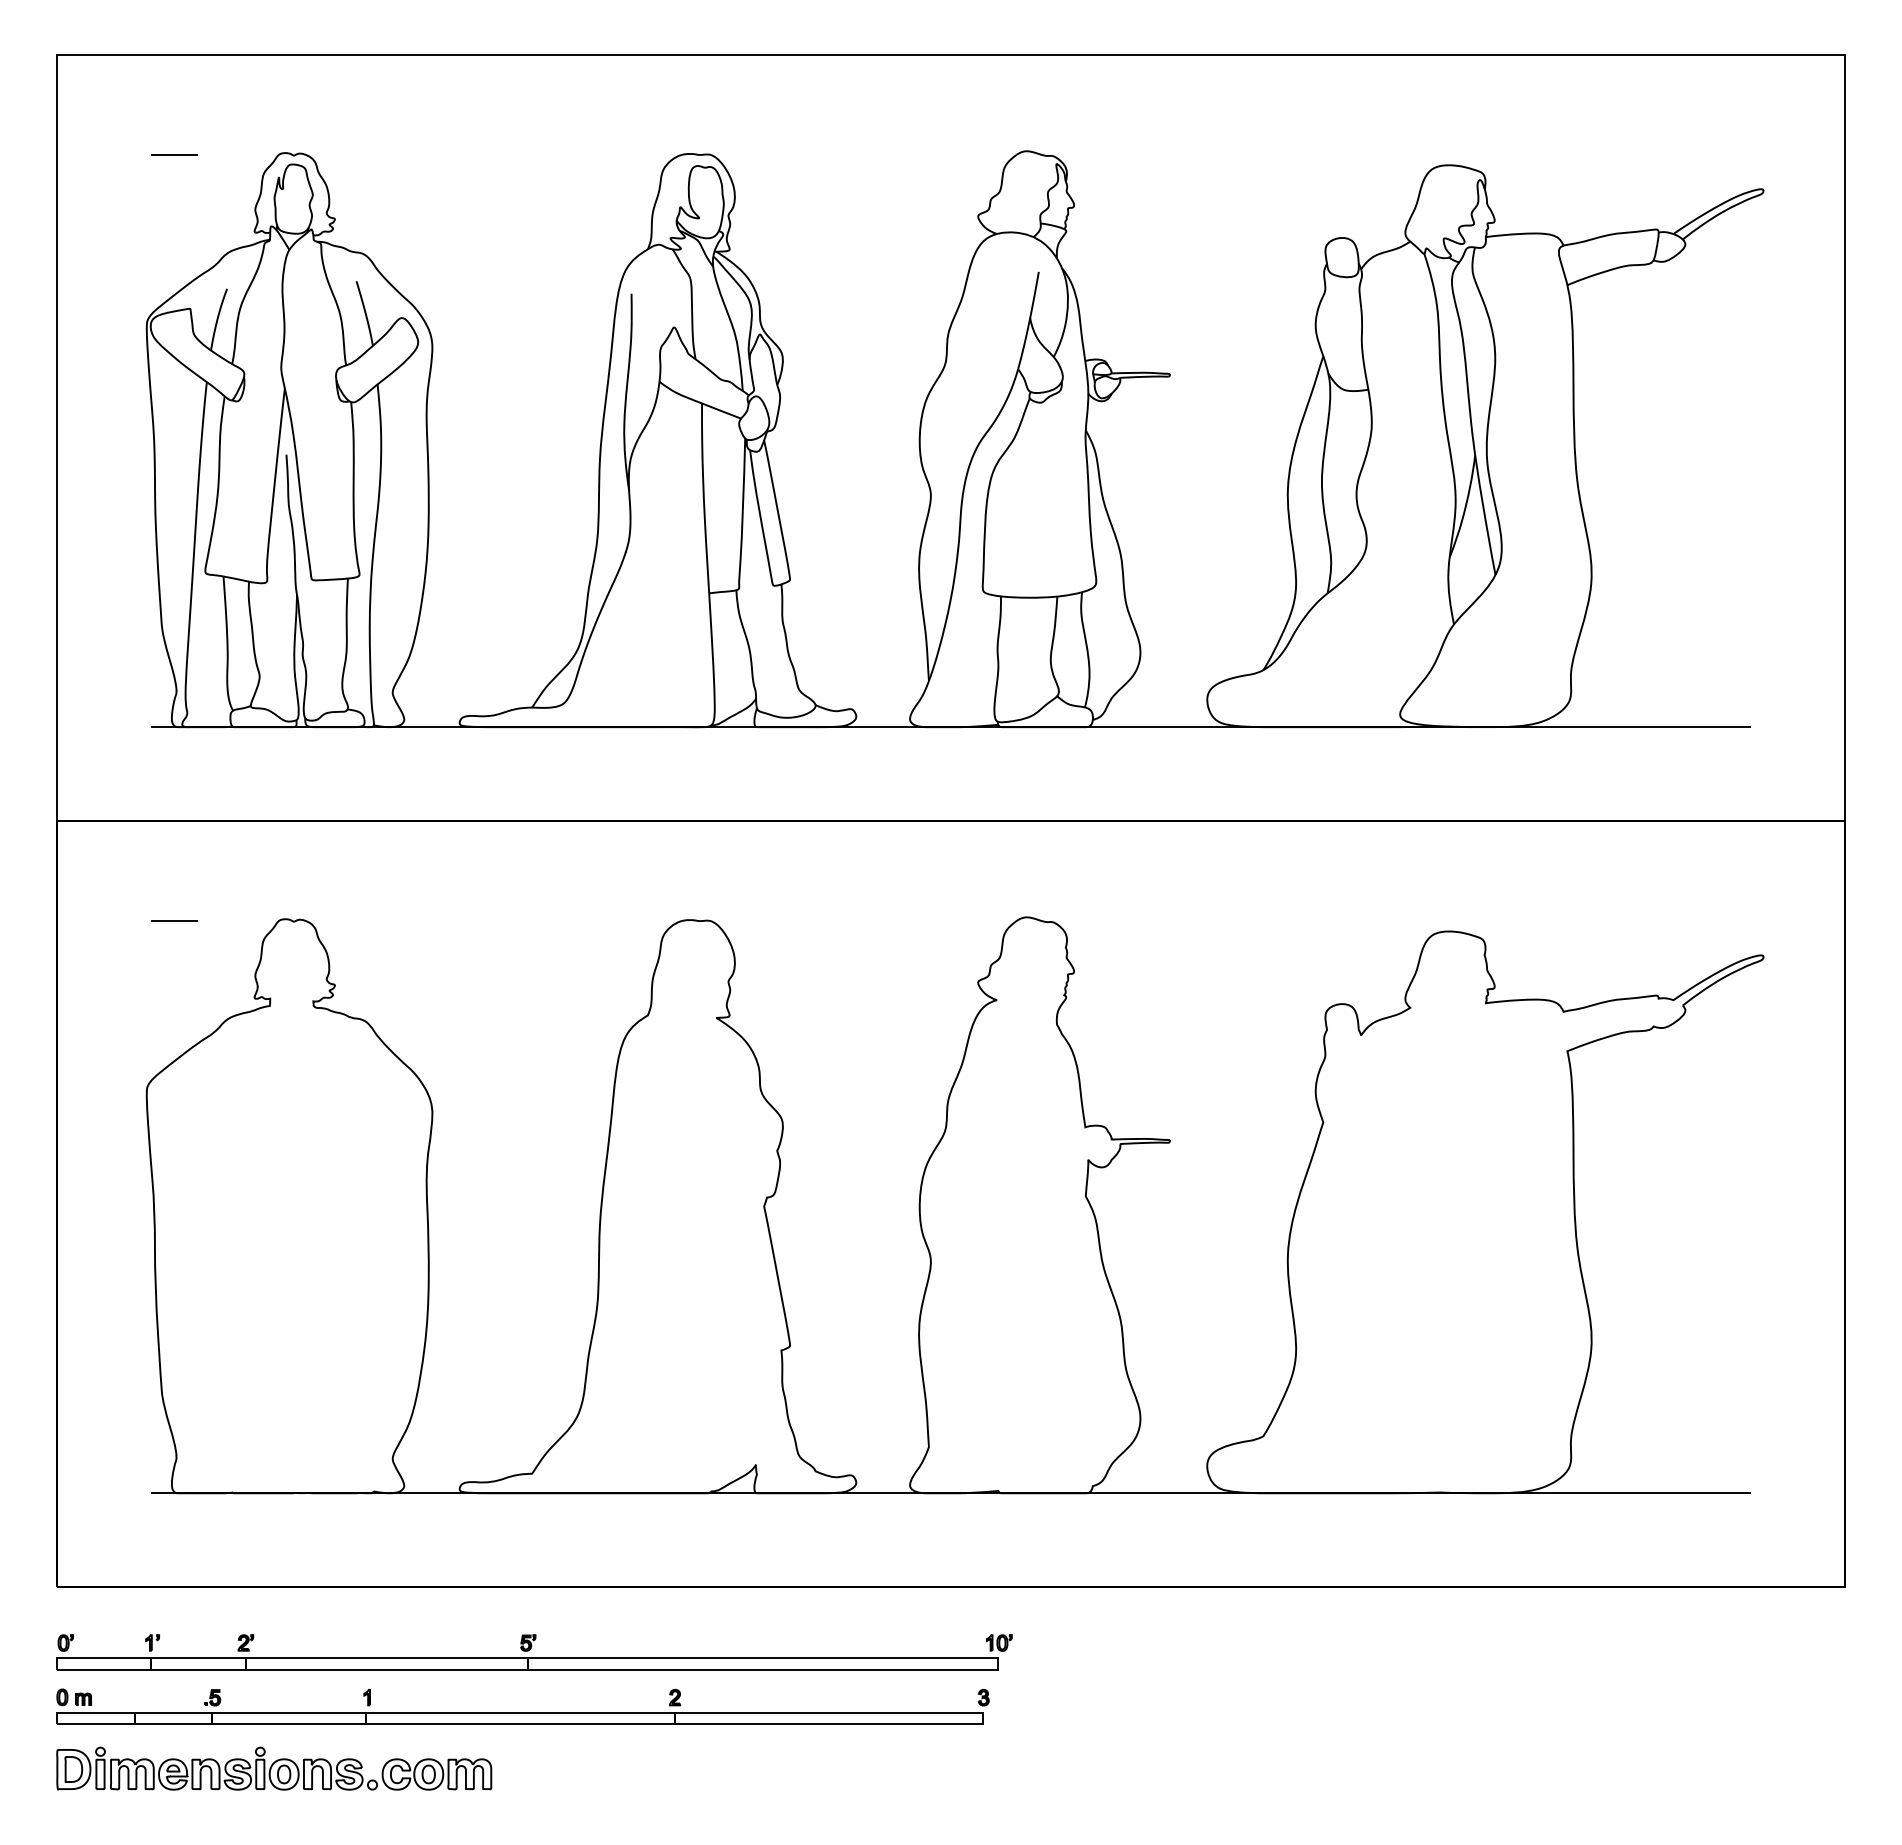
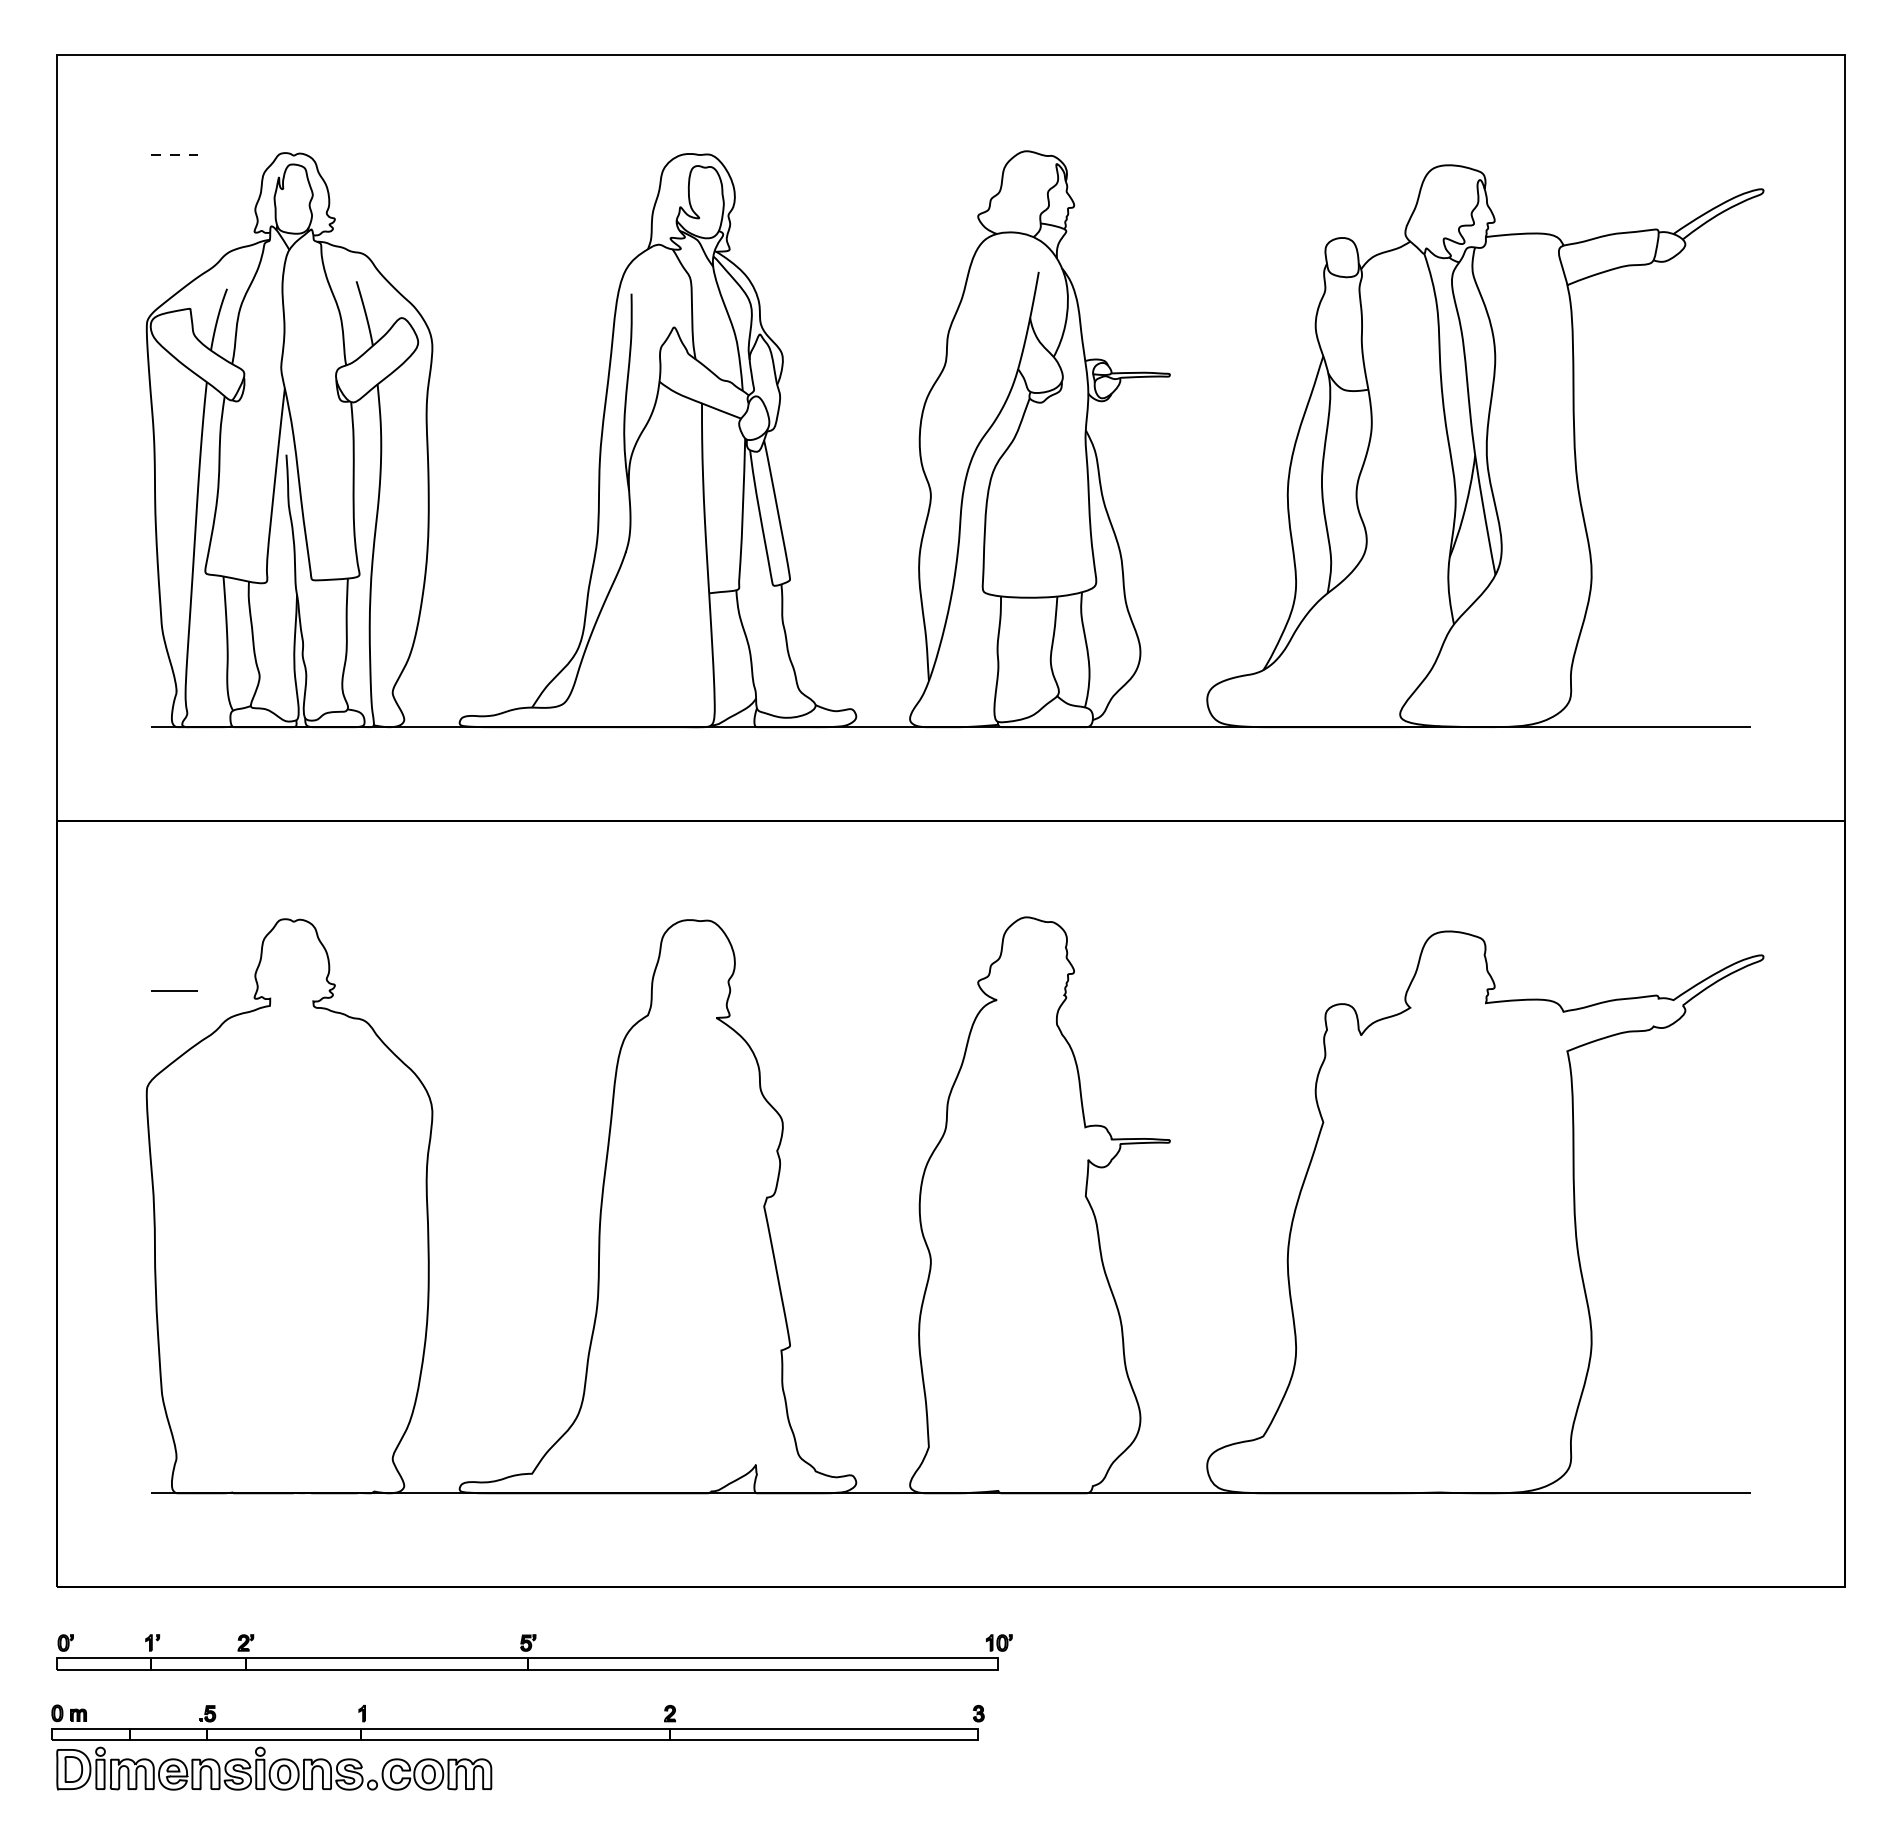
line at (174, 154): solid -> dashed
line at (174, 920) position: (174, 920) -> (174, 990)
part at (522, 1706) position: (522, 1706) -> (517, 1722)
